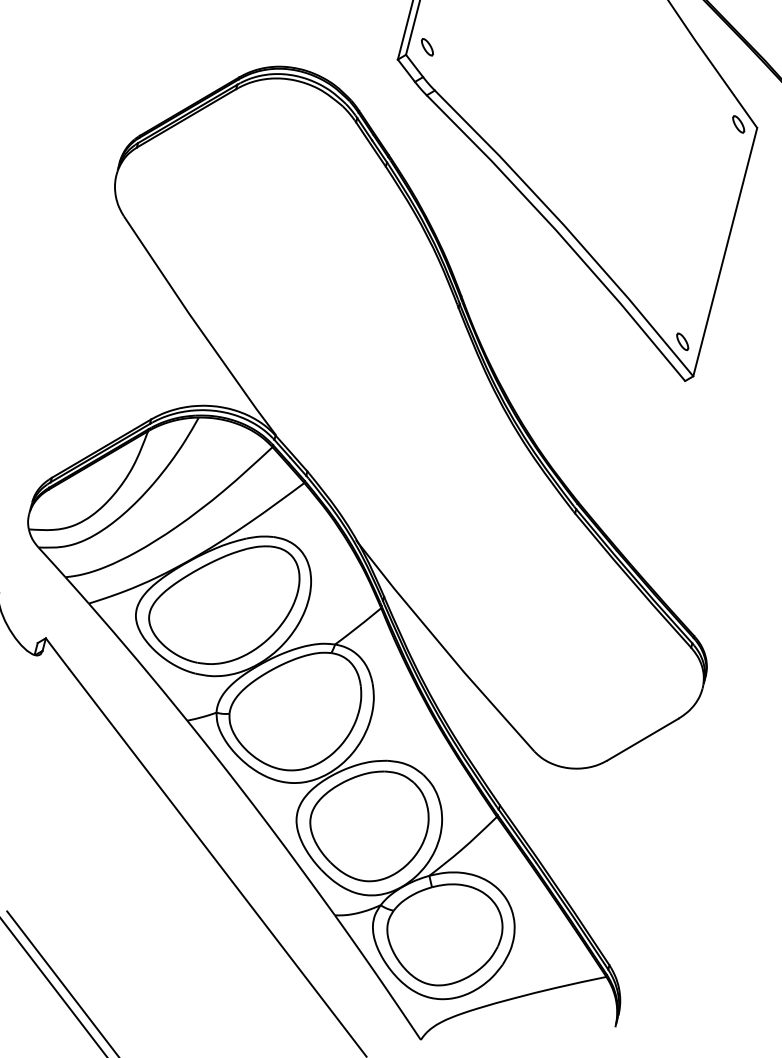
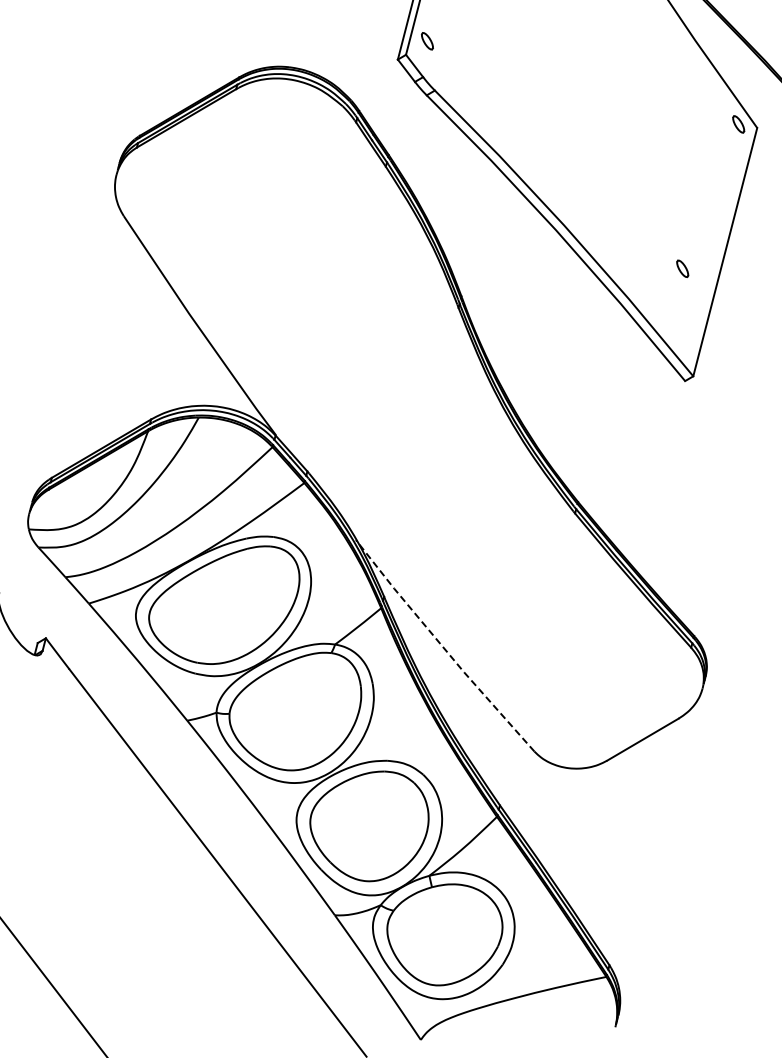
part at (427, 47) position: (427, 47) -> (427, 41)
part at (682, 341) position: (682, 341) -> (682, 268)
line at (443, 647): solid -> dashed
line at (61, 982): present -> none
